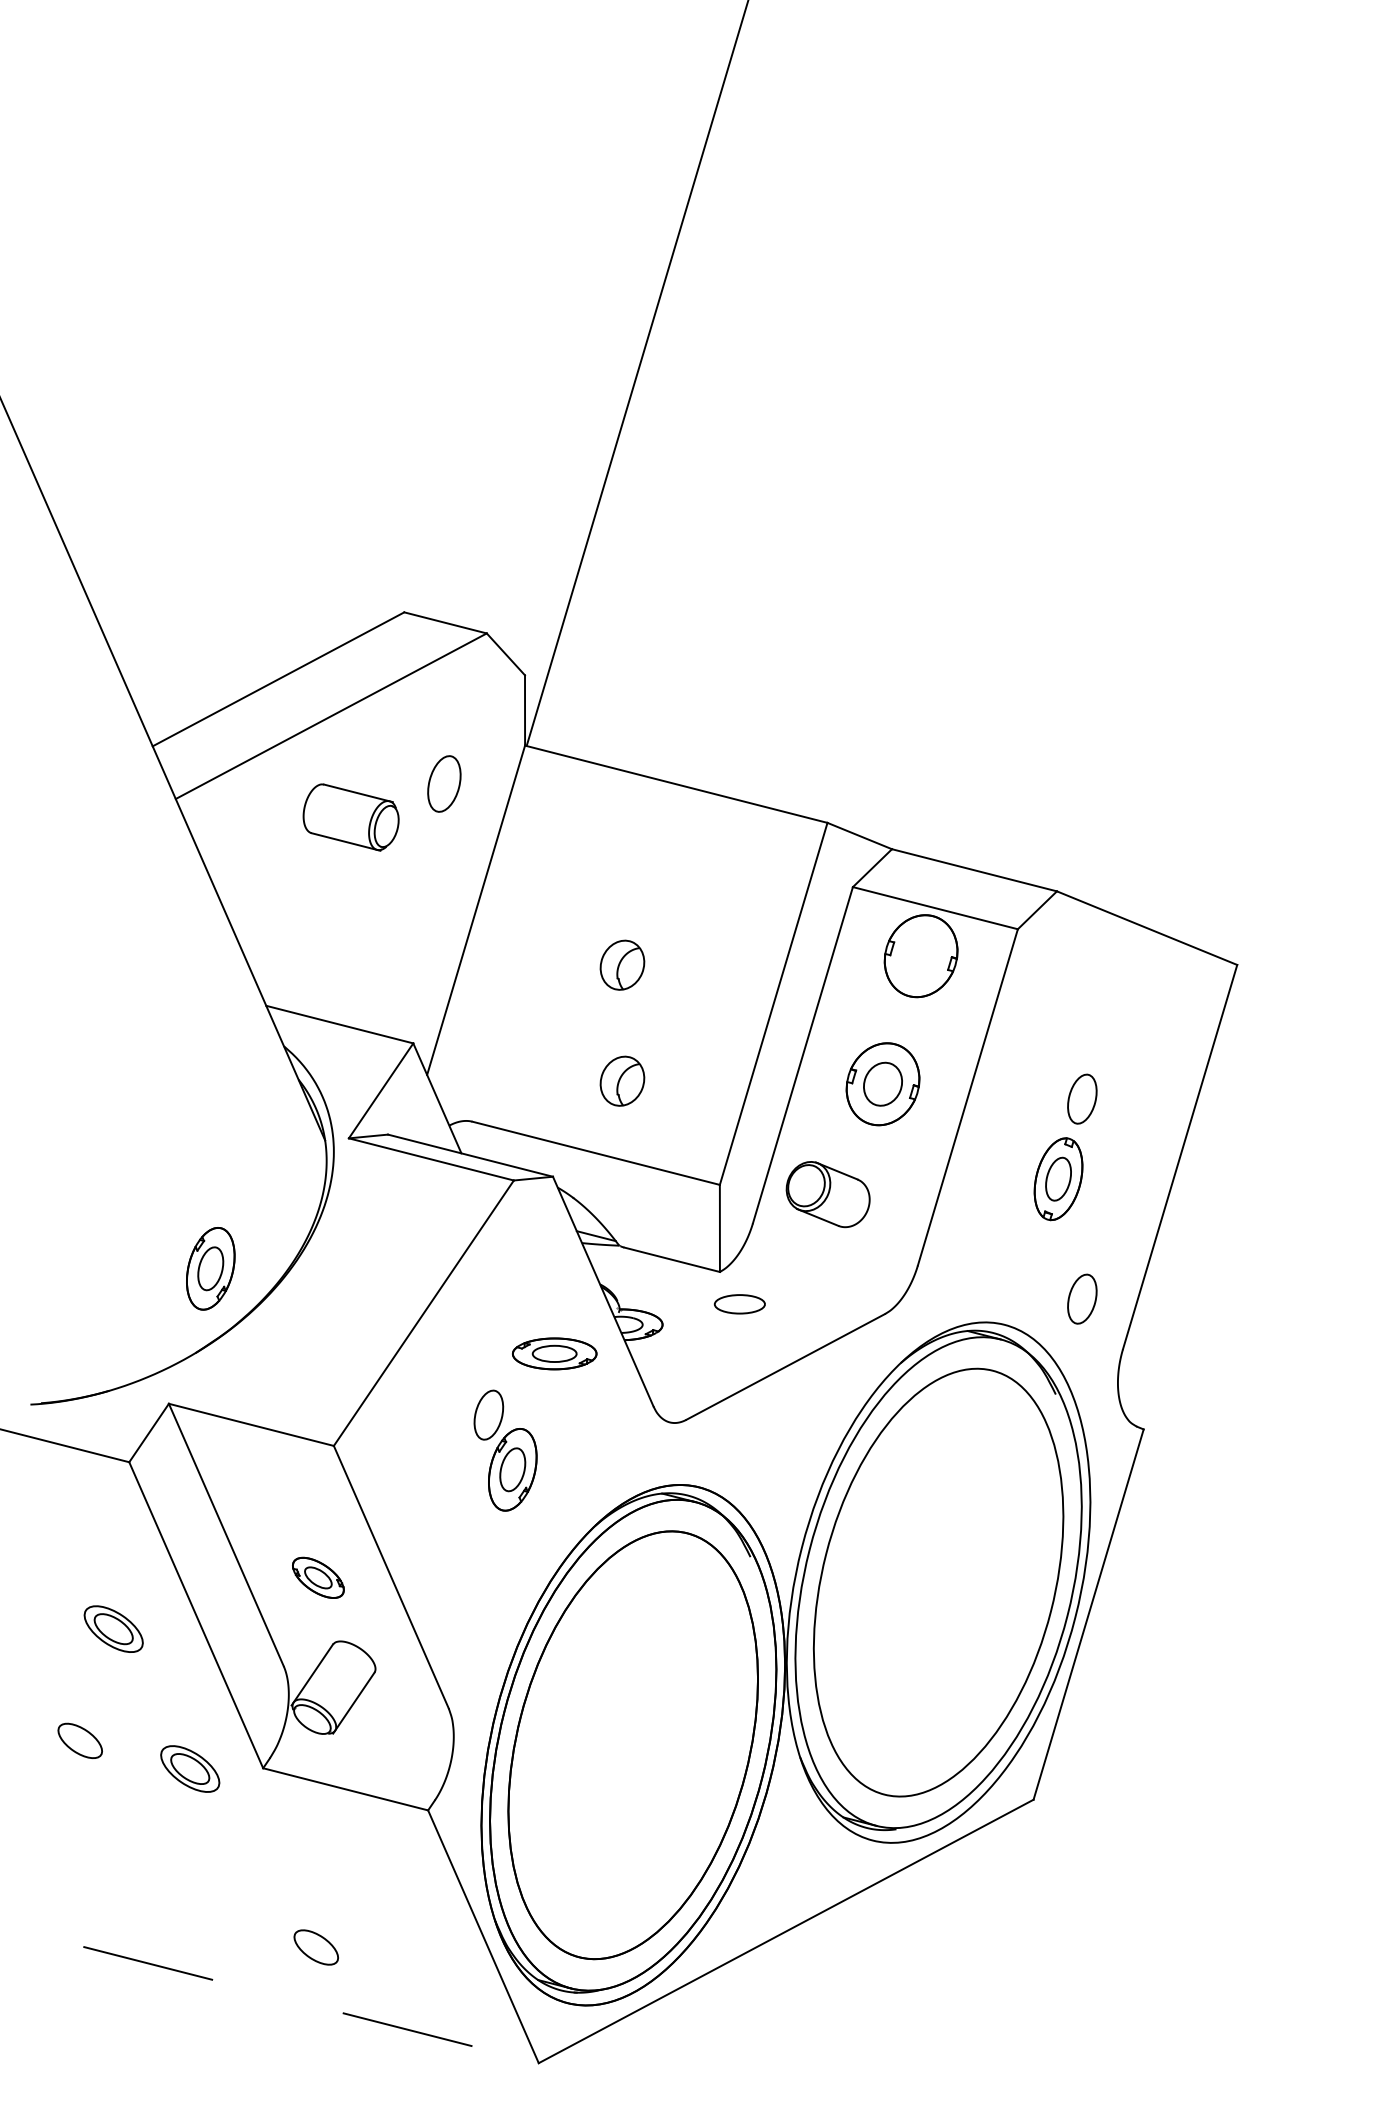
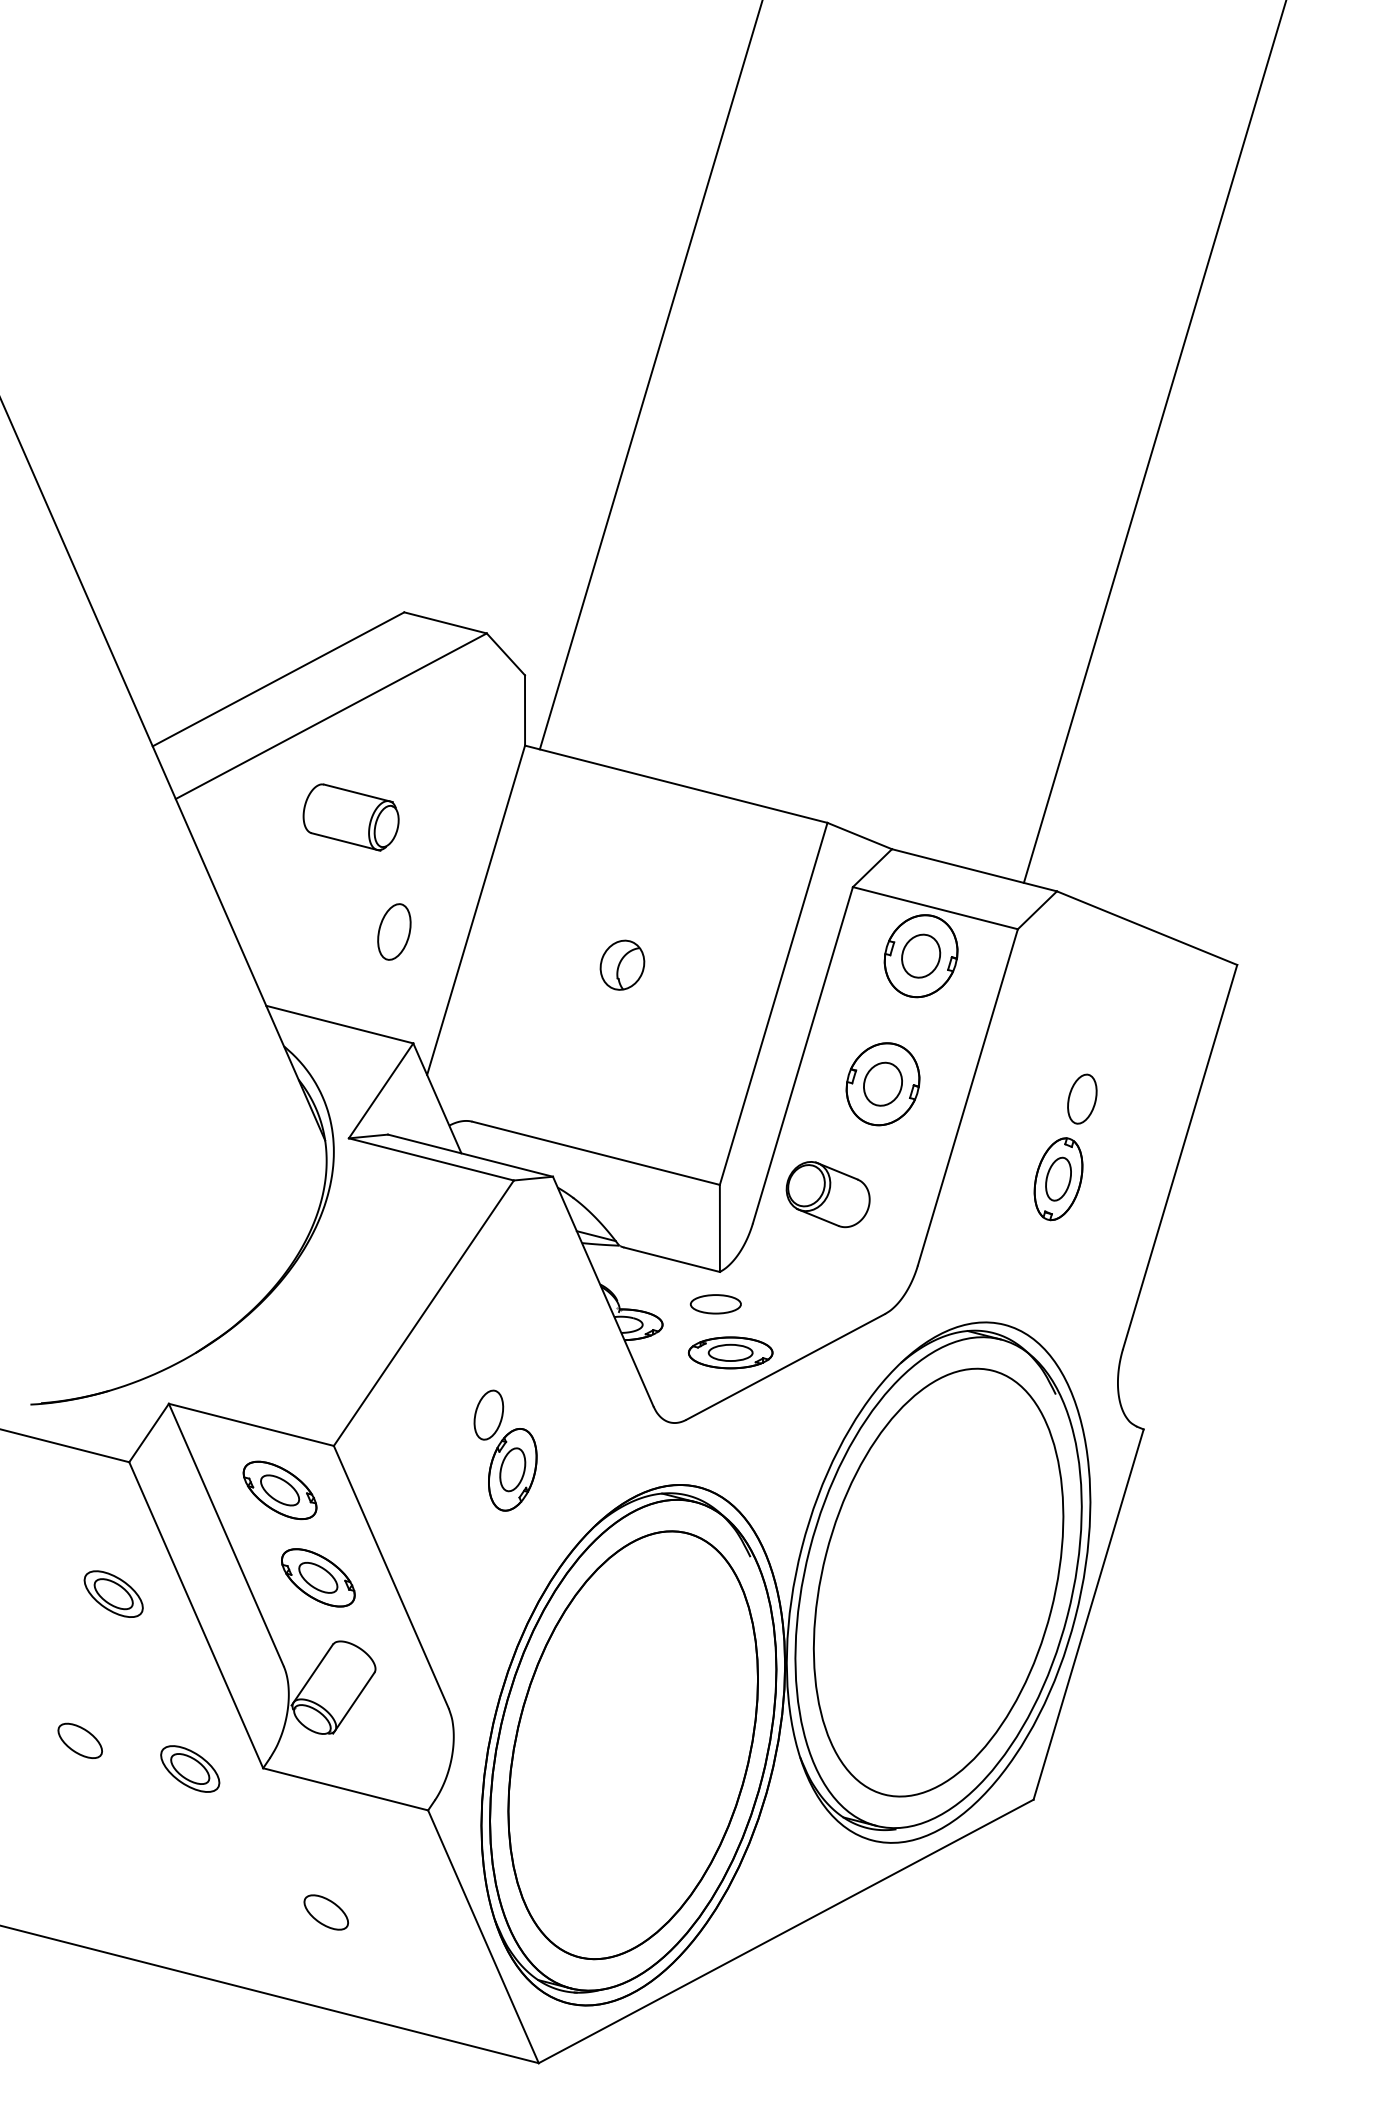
line at (636, 373) position: (636, 373) -> (650, 375)
line at (1154, 442): none -> present
part at (444, 783) position: (444, 783) -> (394, 931)
part at (921, 955): none -> present
part at (622, 1080): present -> none
part at (210, 1268): present -> none
part at (1082, 1298): present -> none
part at (739, 1304) position: (739, 1304) -> (715, 1304)
part at (554, 1353) position: (554, 1353) -> (730, 1352)
part at (279, 1490): none -> present
part at (318, 1577) size: 53x43 px -> 75x60 px
part at (113, 1628) position: (113, 1628) -> (113, 1593)
part at (315, 1947) position: (315, 1947) -> (325, 1912)
line at (269, 1994): dashed -> solid
